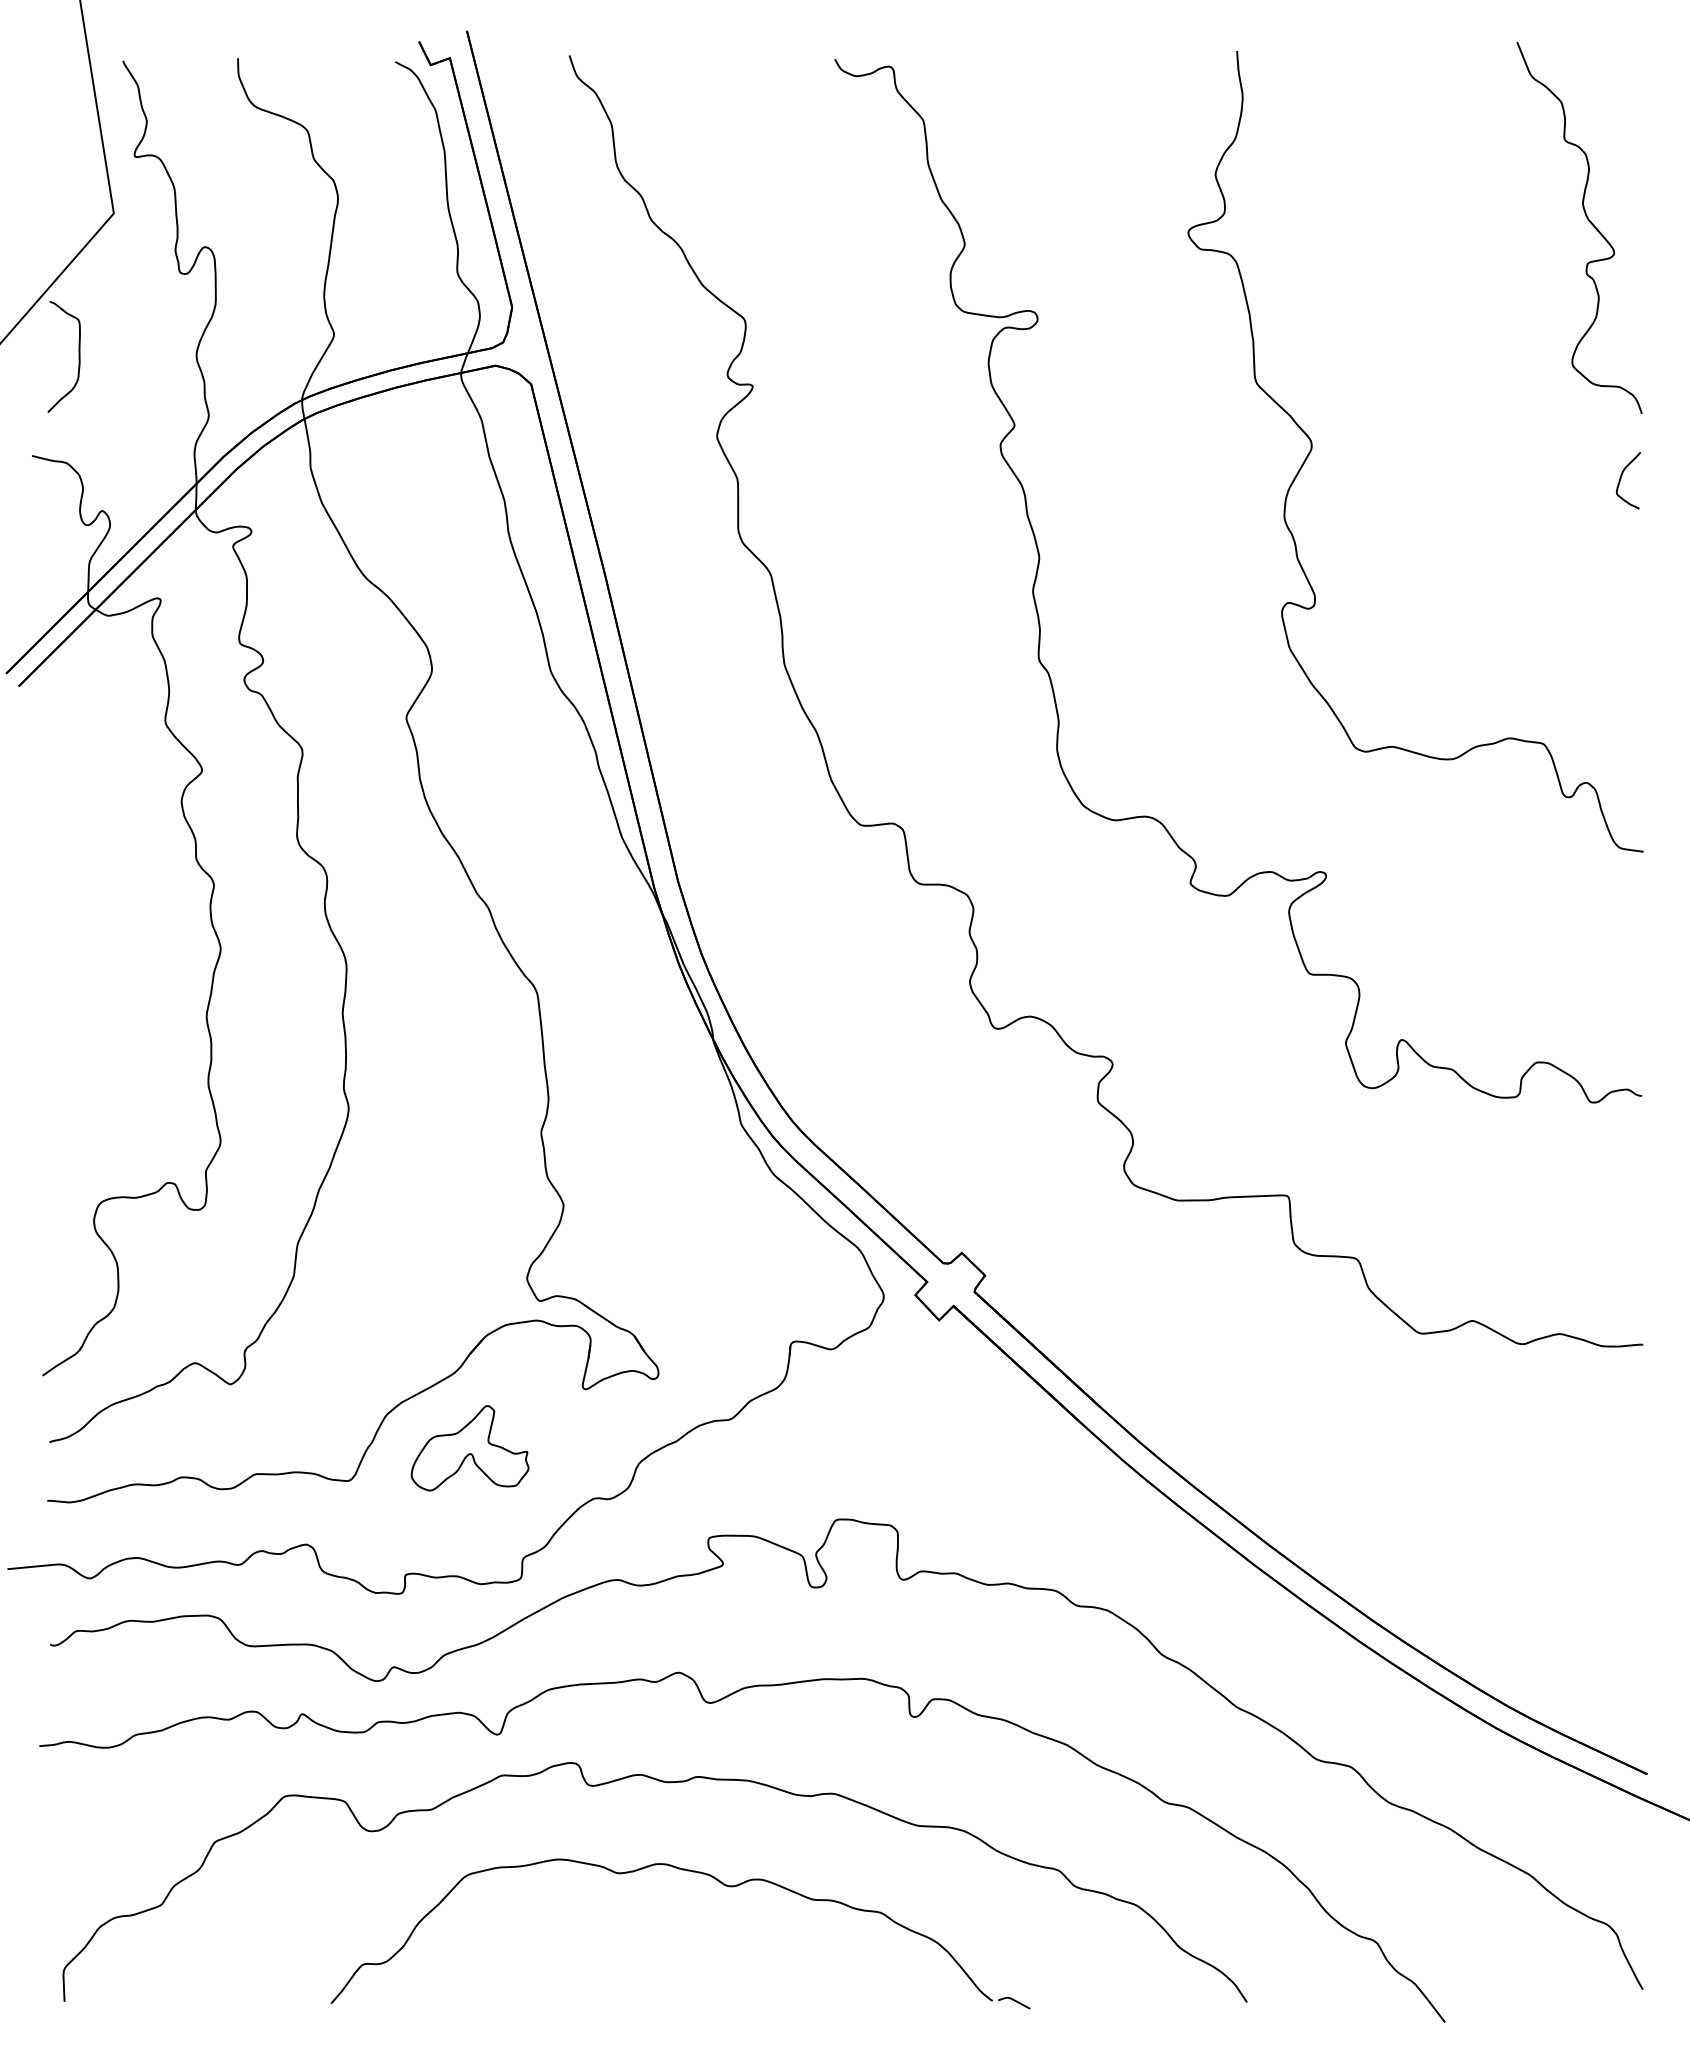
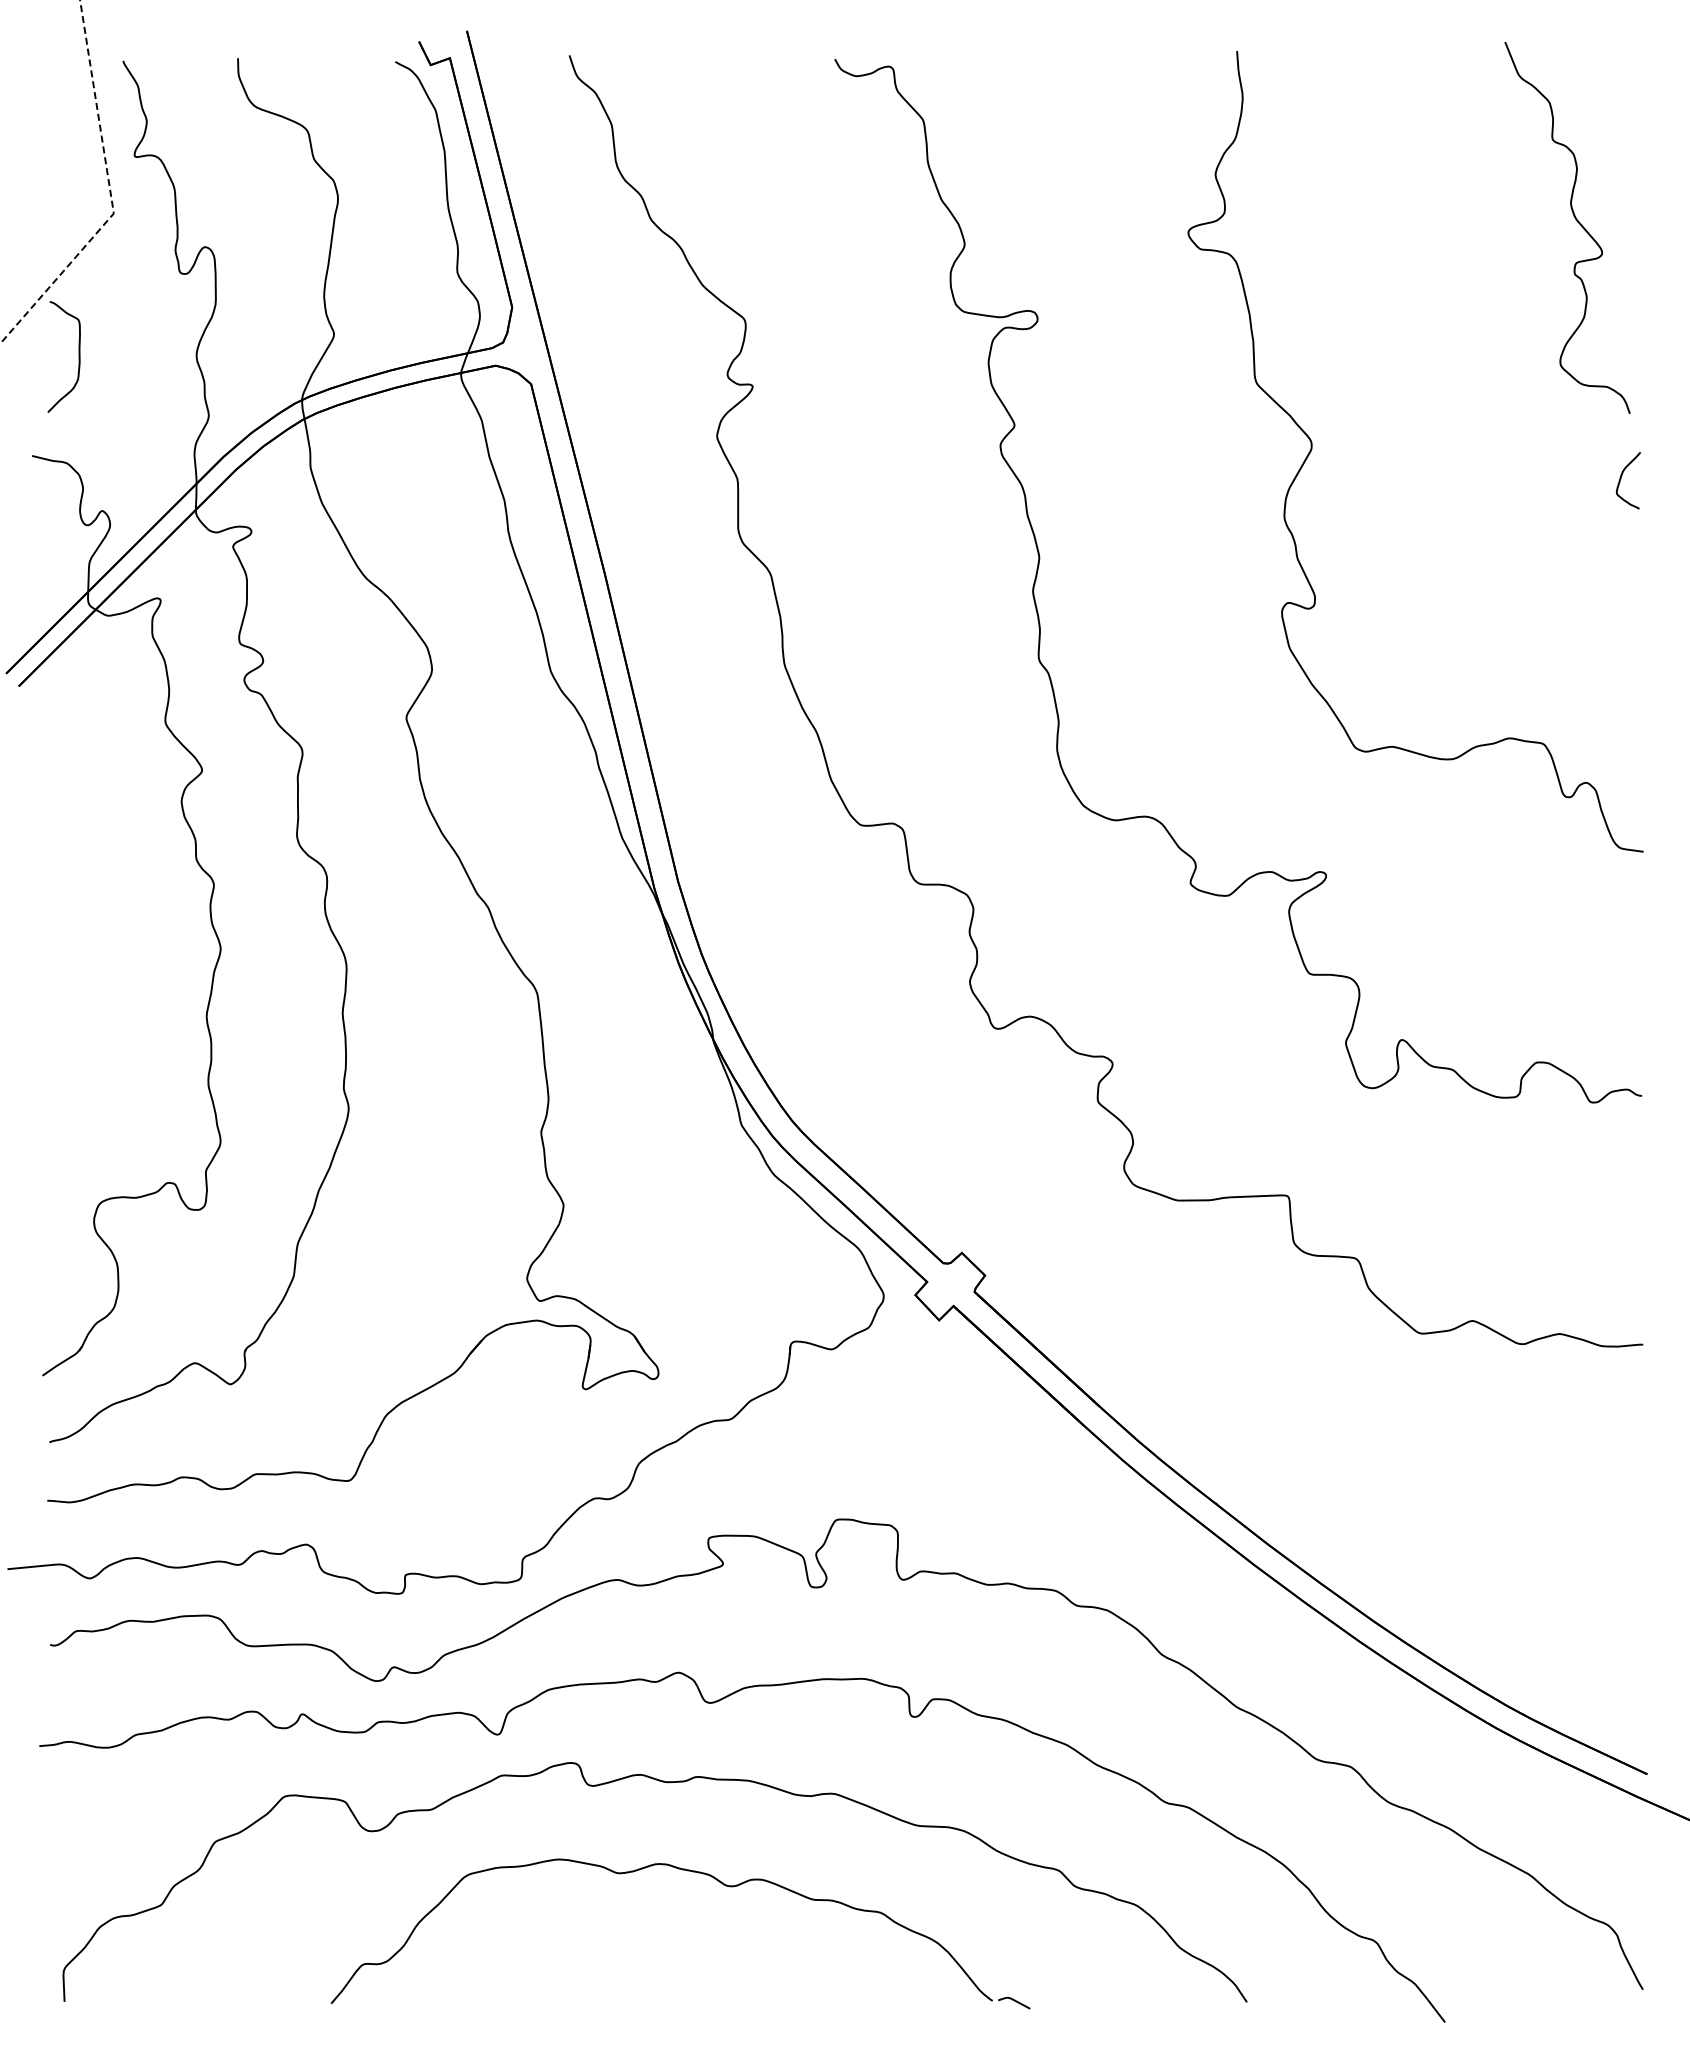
line at (110, 192): solid -> dashed
curve at (1588, 221) position: (1588, 221) -> (1576, 221)
part at (469, 1448): present -> none
